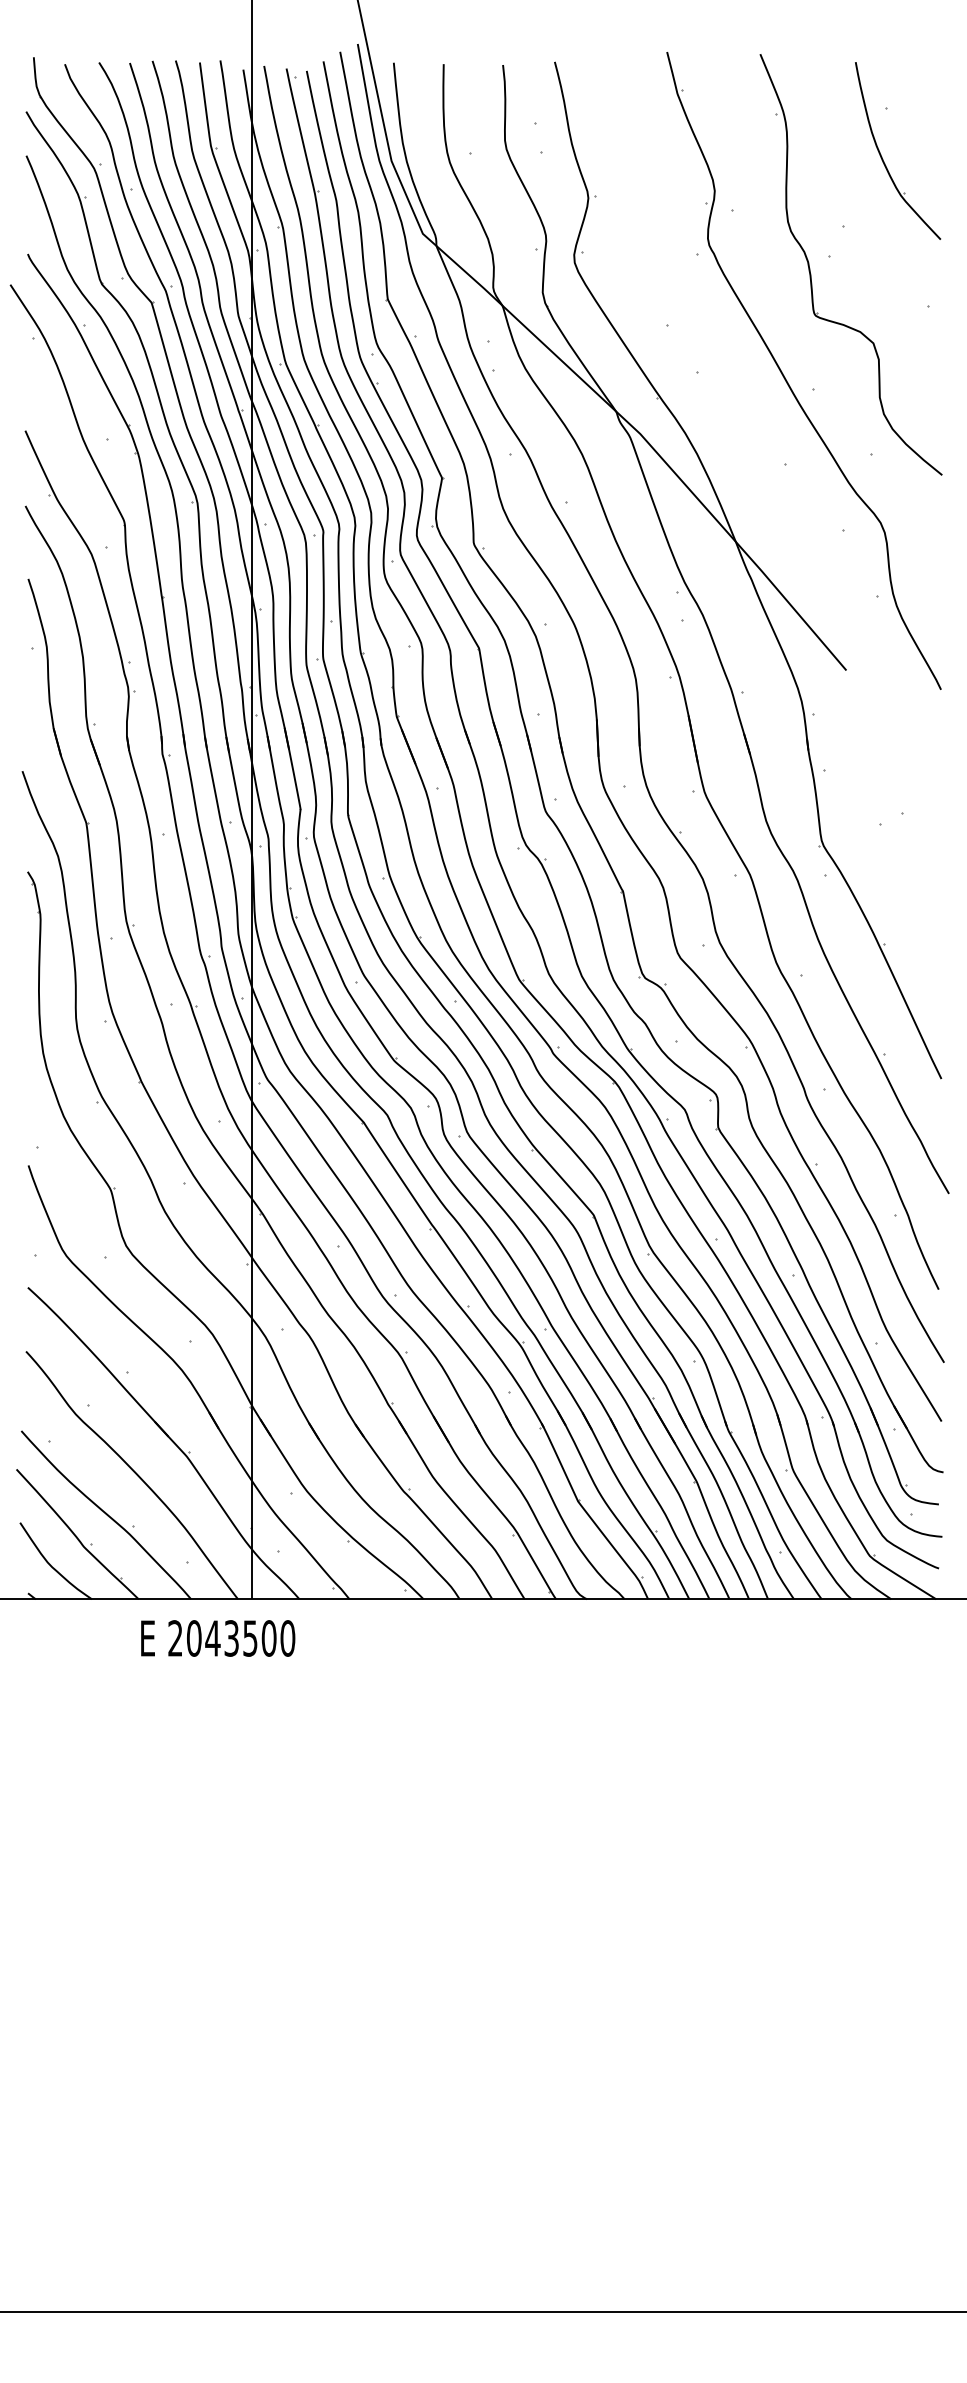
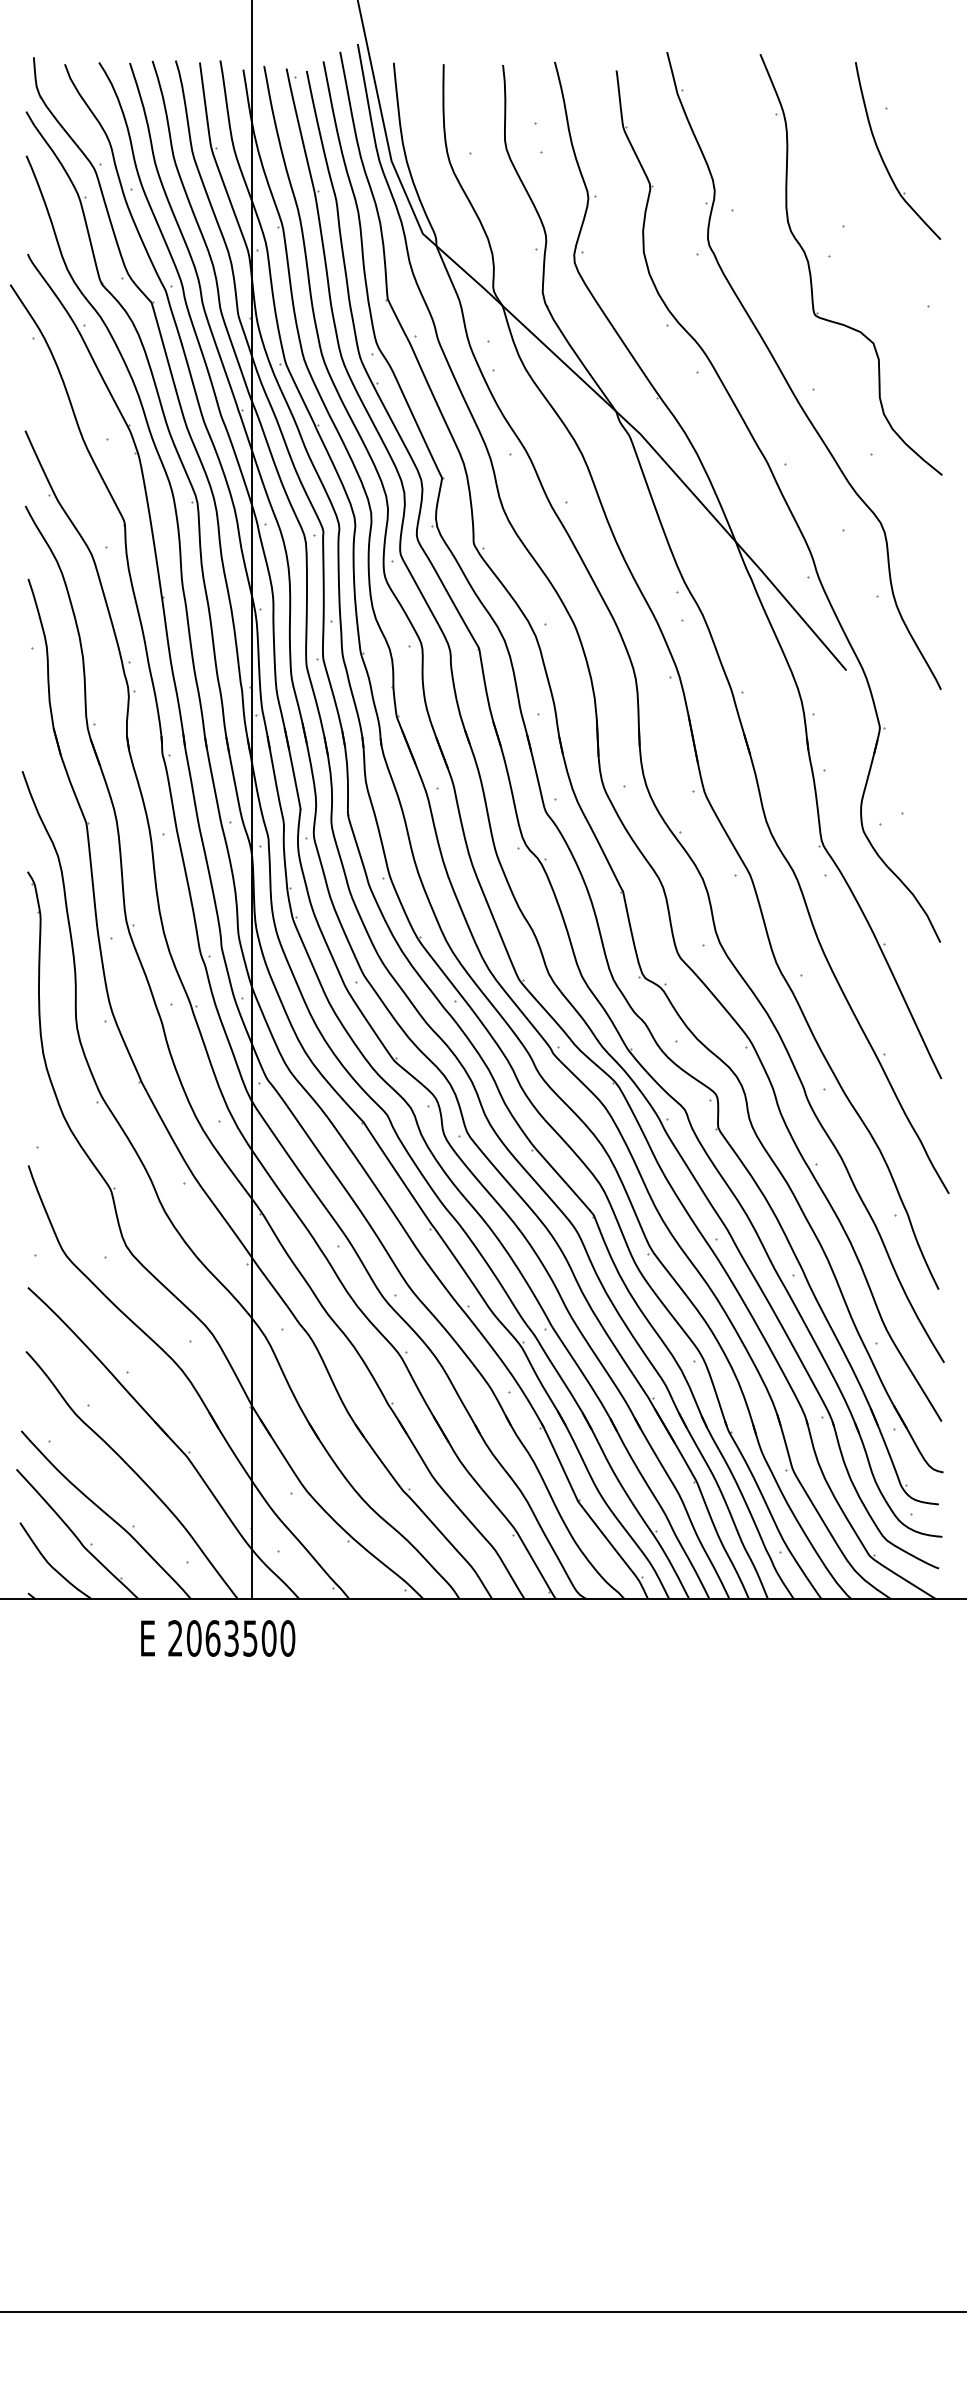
part at (785, 503): none -> present
text at (212, 1638): 2043500 -> 2063500
